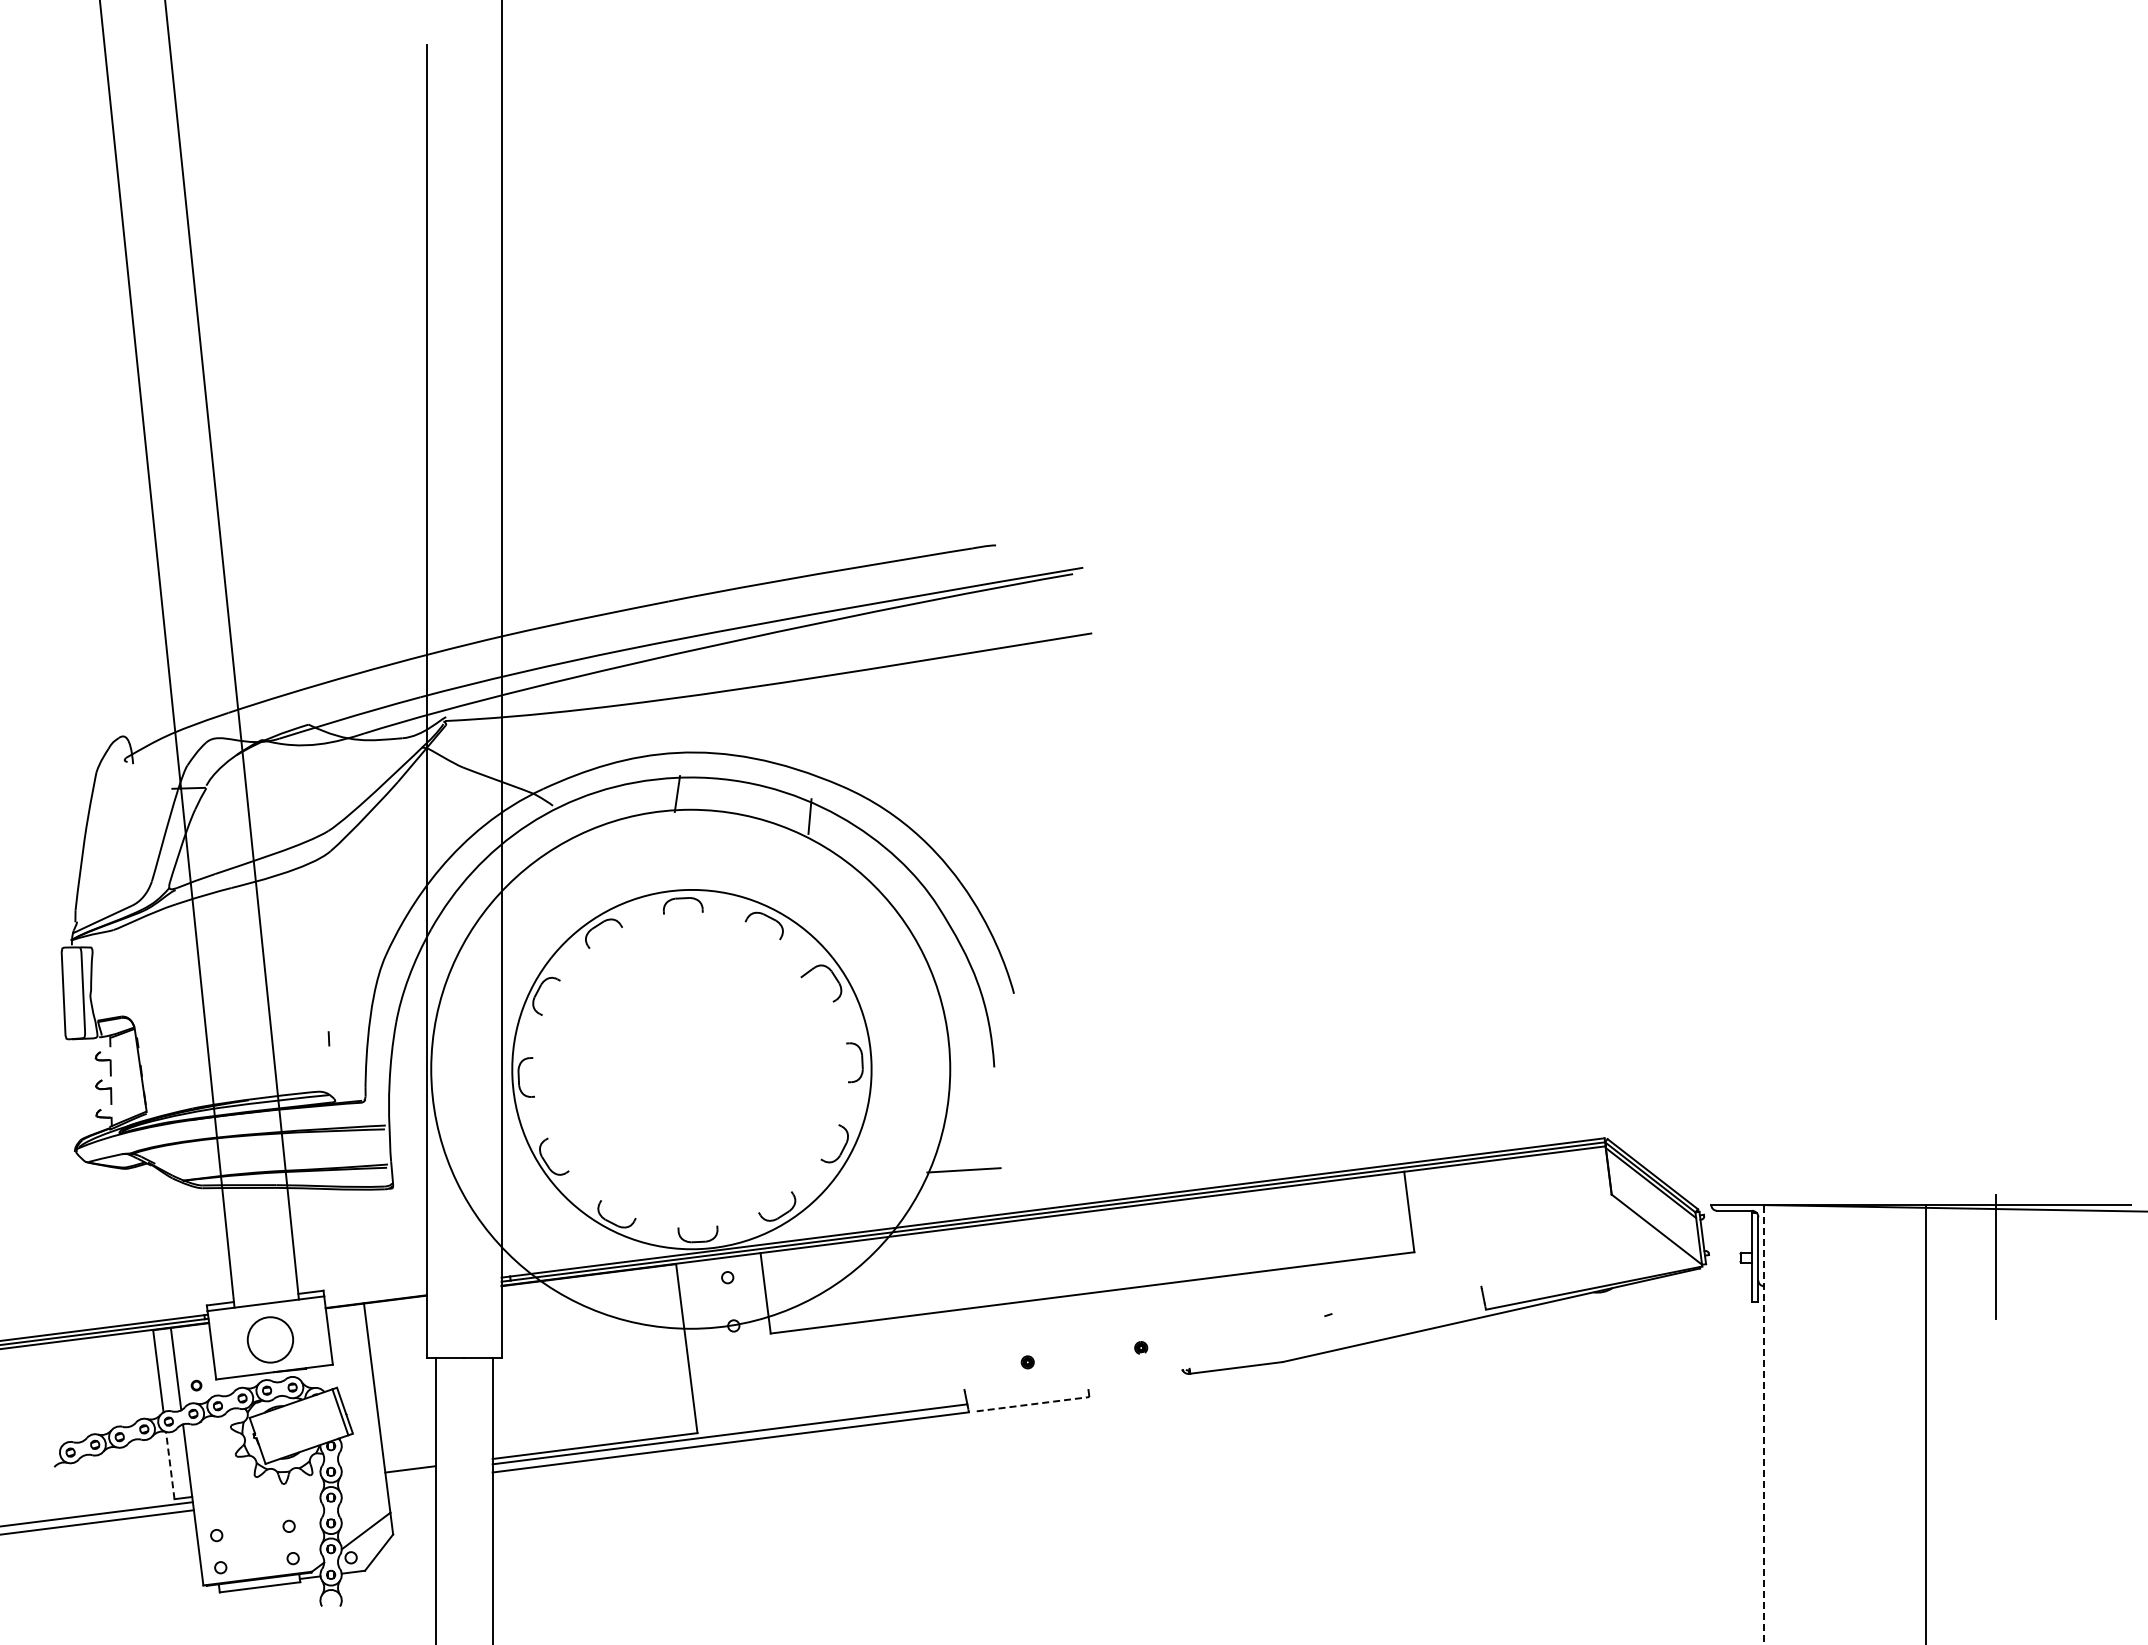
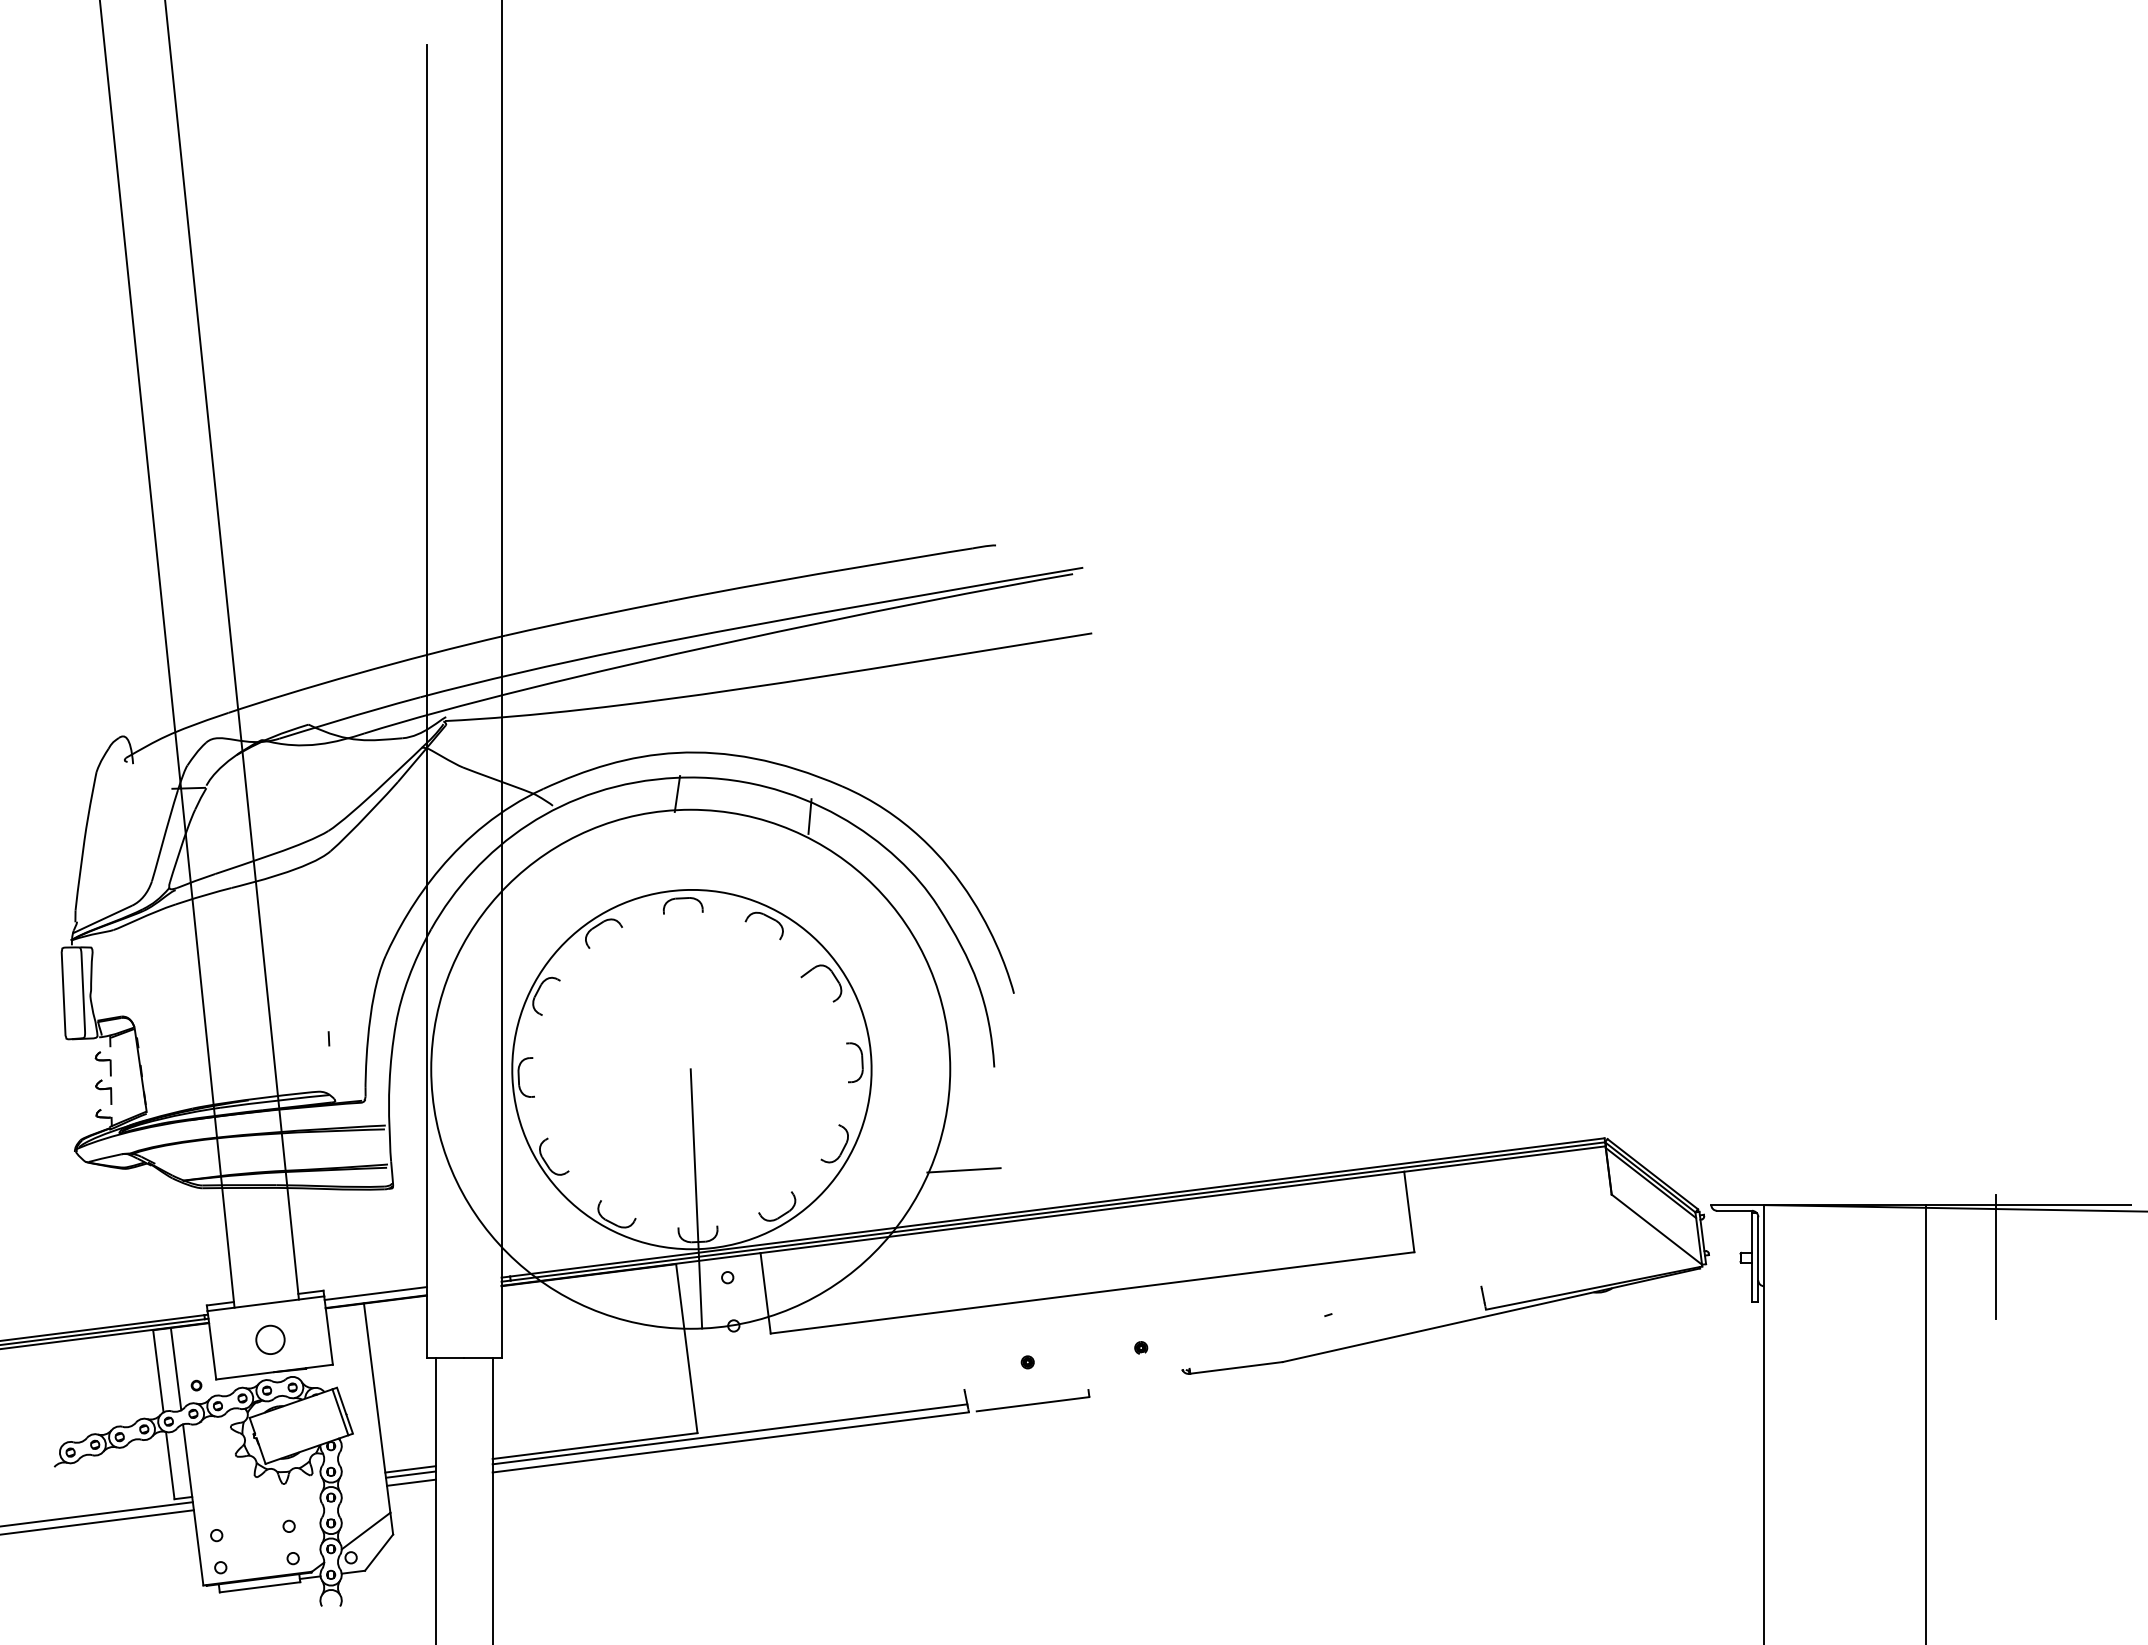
line at (696, 1198): none -> present
line at (375, 1293): none -> present
circle at (270, 1339) diameter: 45 px -> 28 px
line at (1033, 1404): dashed -> solid
line at (1764, 1425): dashed -> solid
line at (170, 1465): dashed -> solid
line at (410, 1474): none -> present
line at (411, 1482): none -> present
